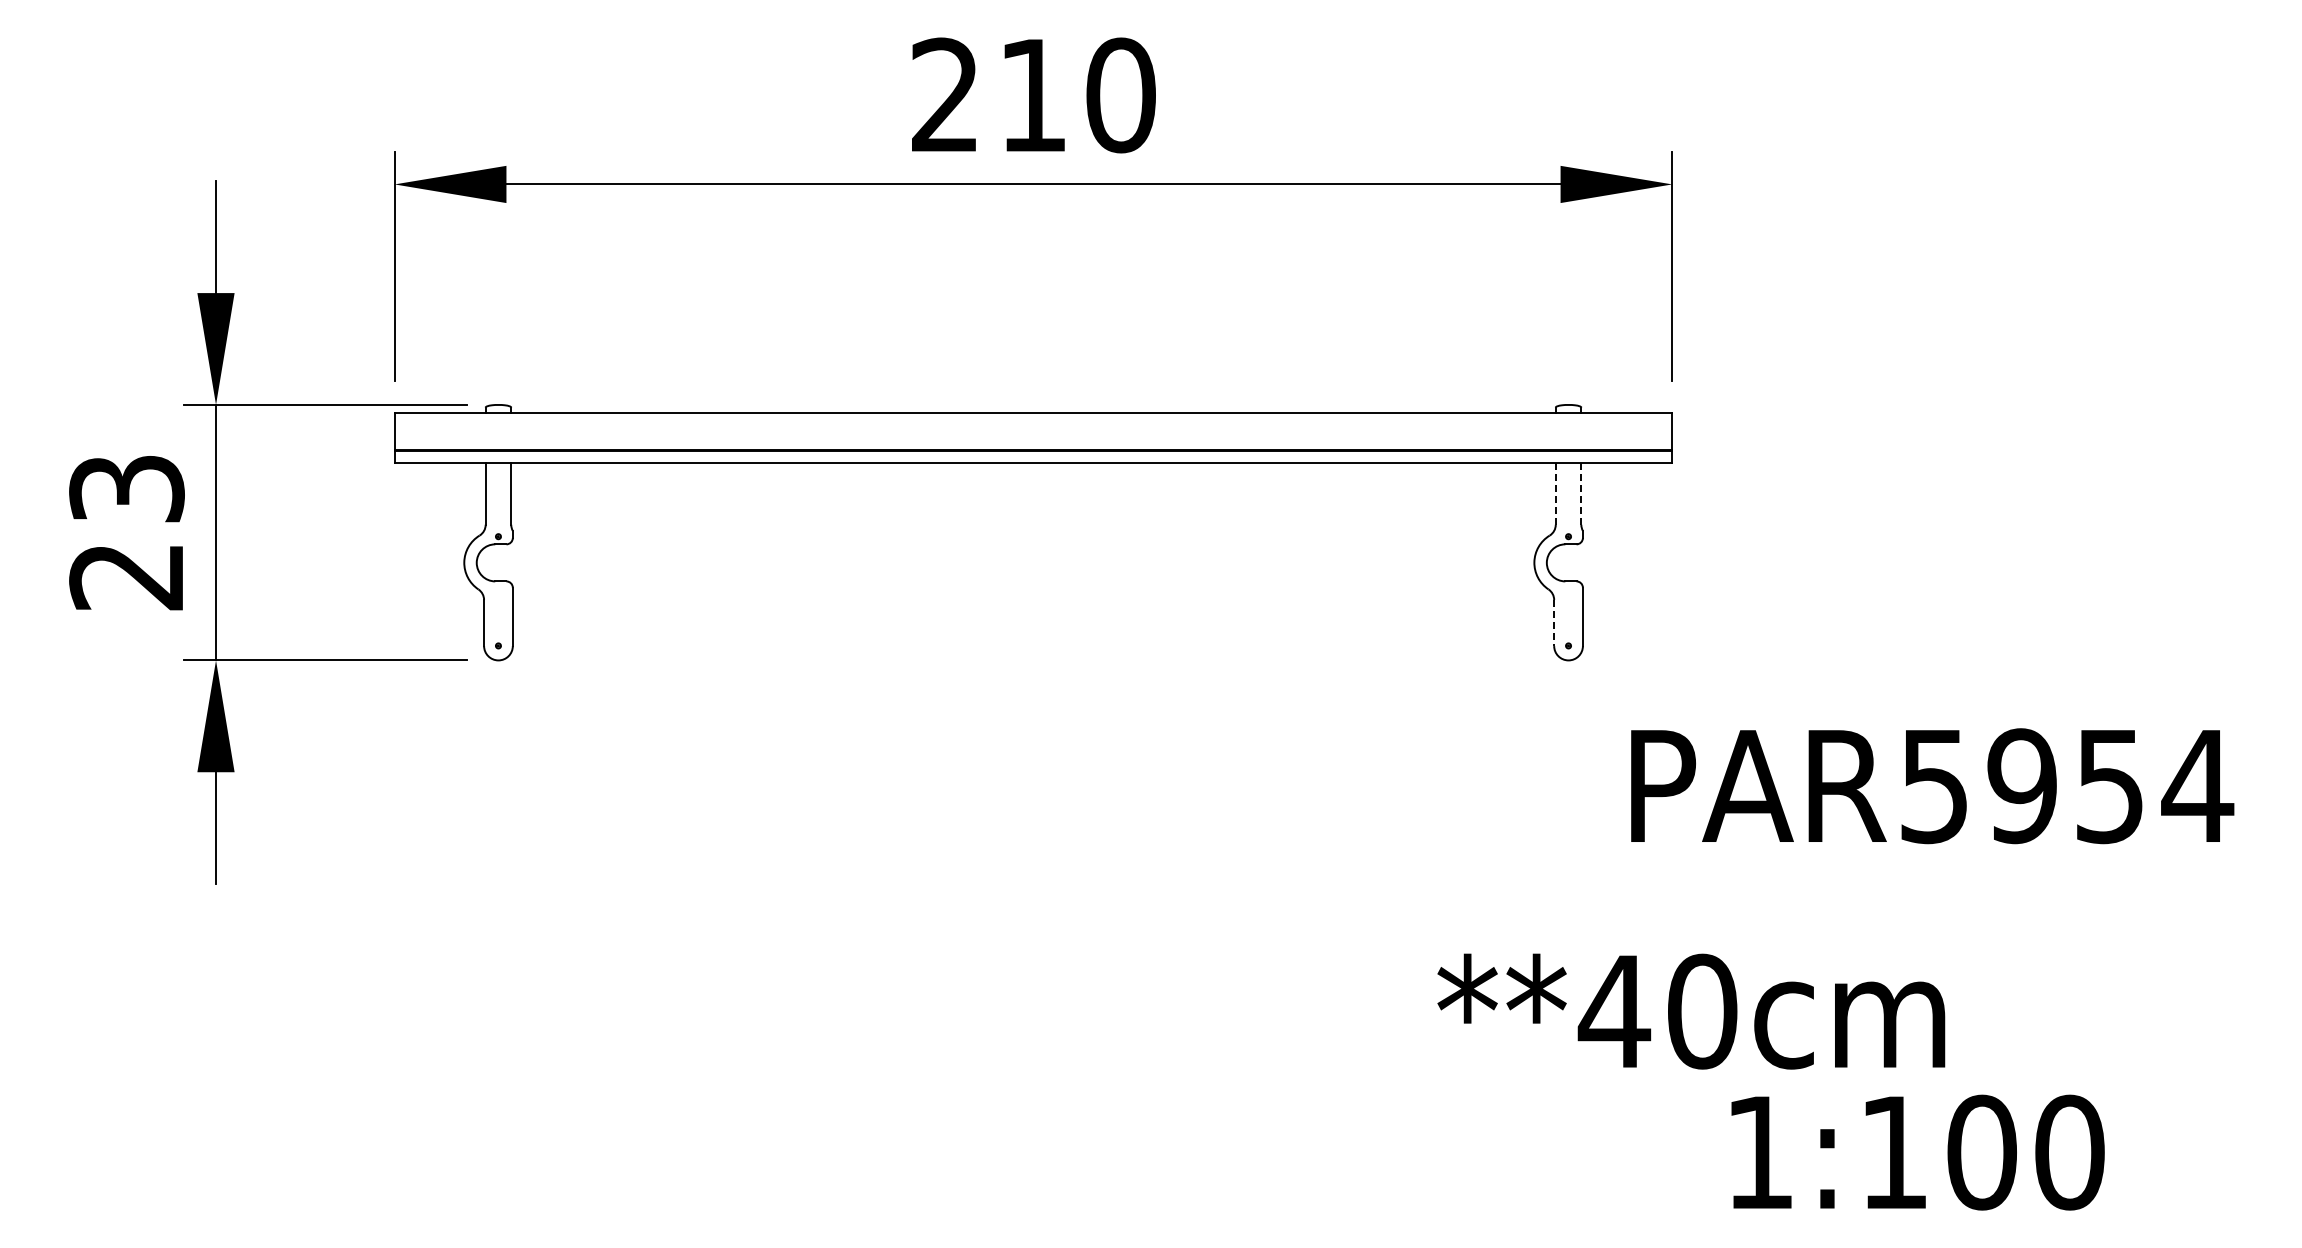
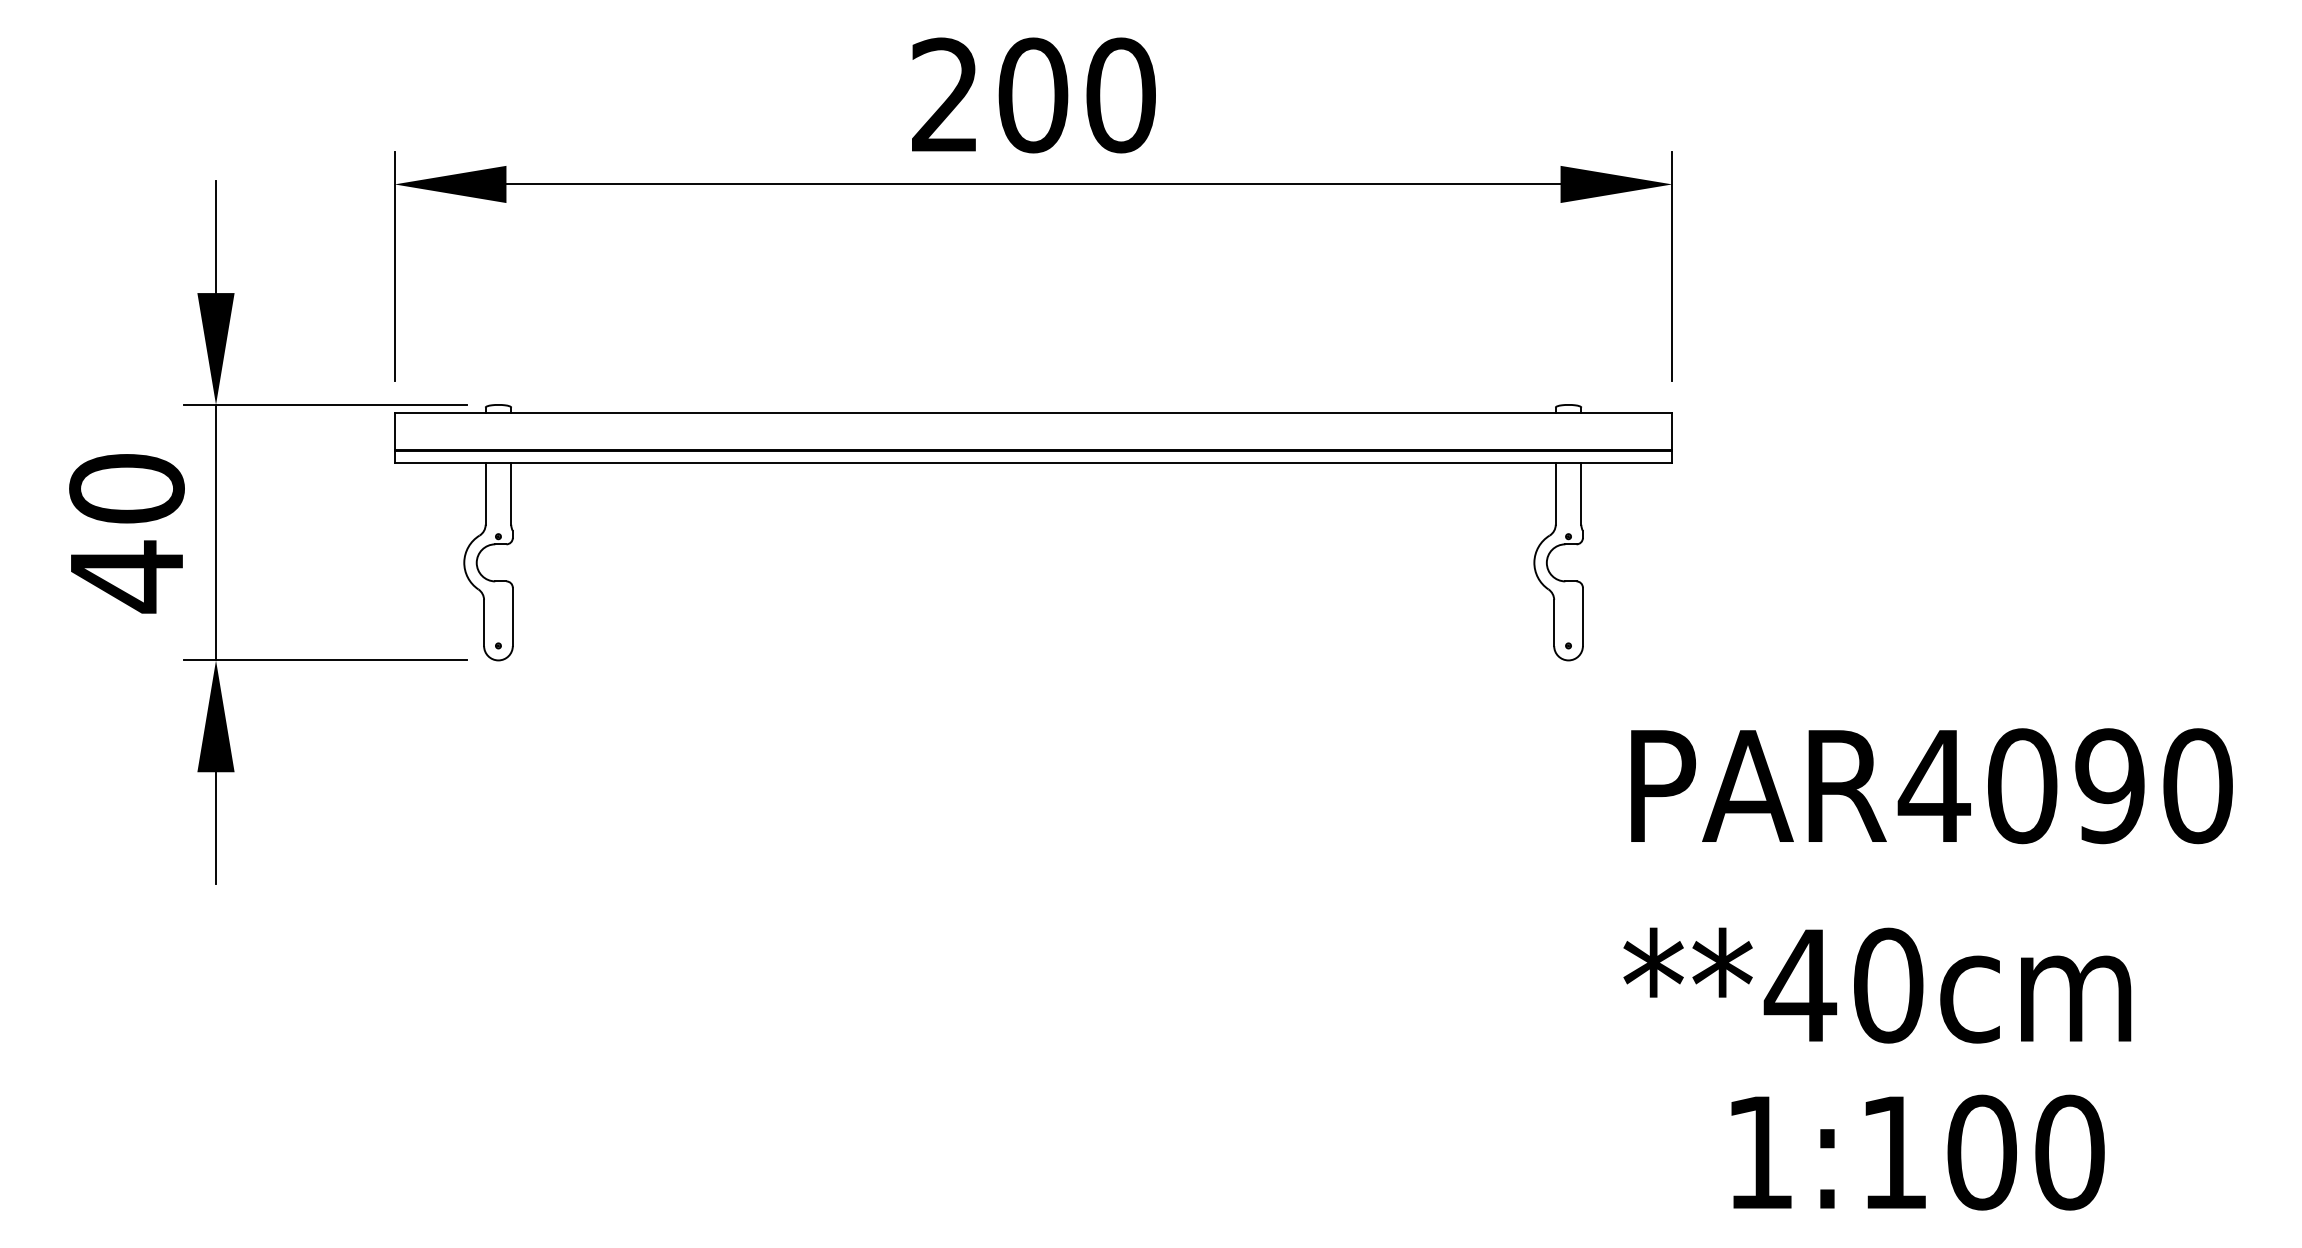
text at (1033, 95): 210 -> 200
line at (1555, 494): dashed -> solid
line at (1581, 494): dashed -> solid
text at (126, 533): 23 -> 40
line at (1554, 623): dashed -> solid
text at (2065, 786): PAR5954 -> PAR4090
text at (1691, 1011) position: (1691, 1011) -> (1877, 985)
